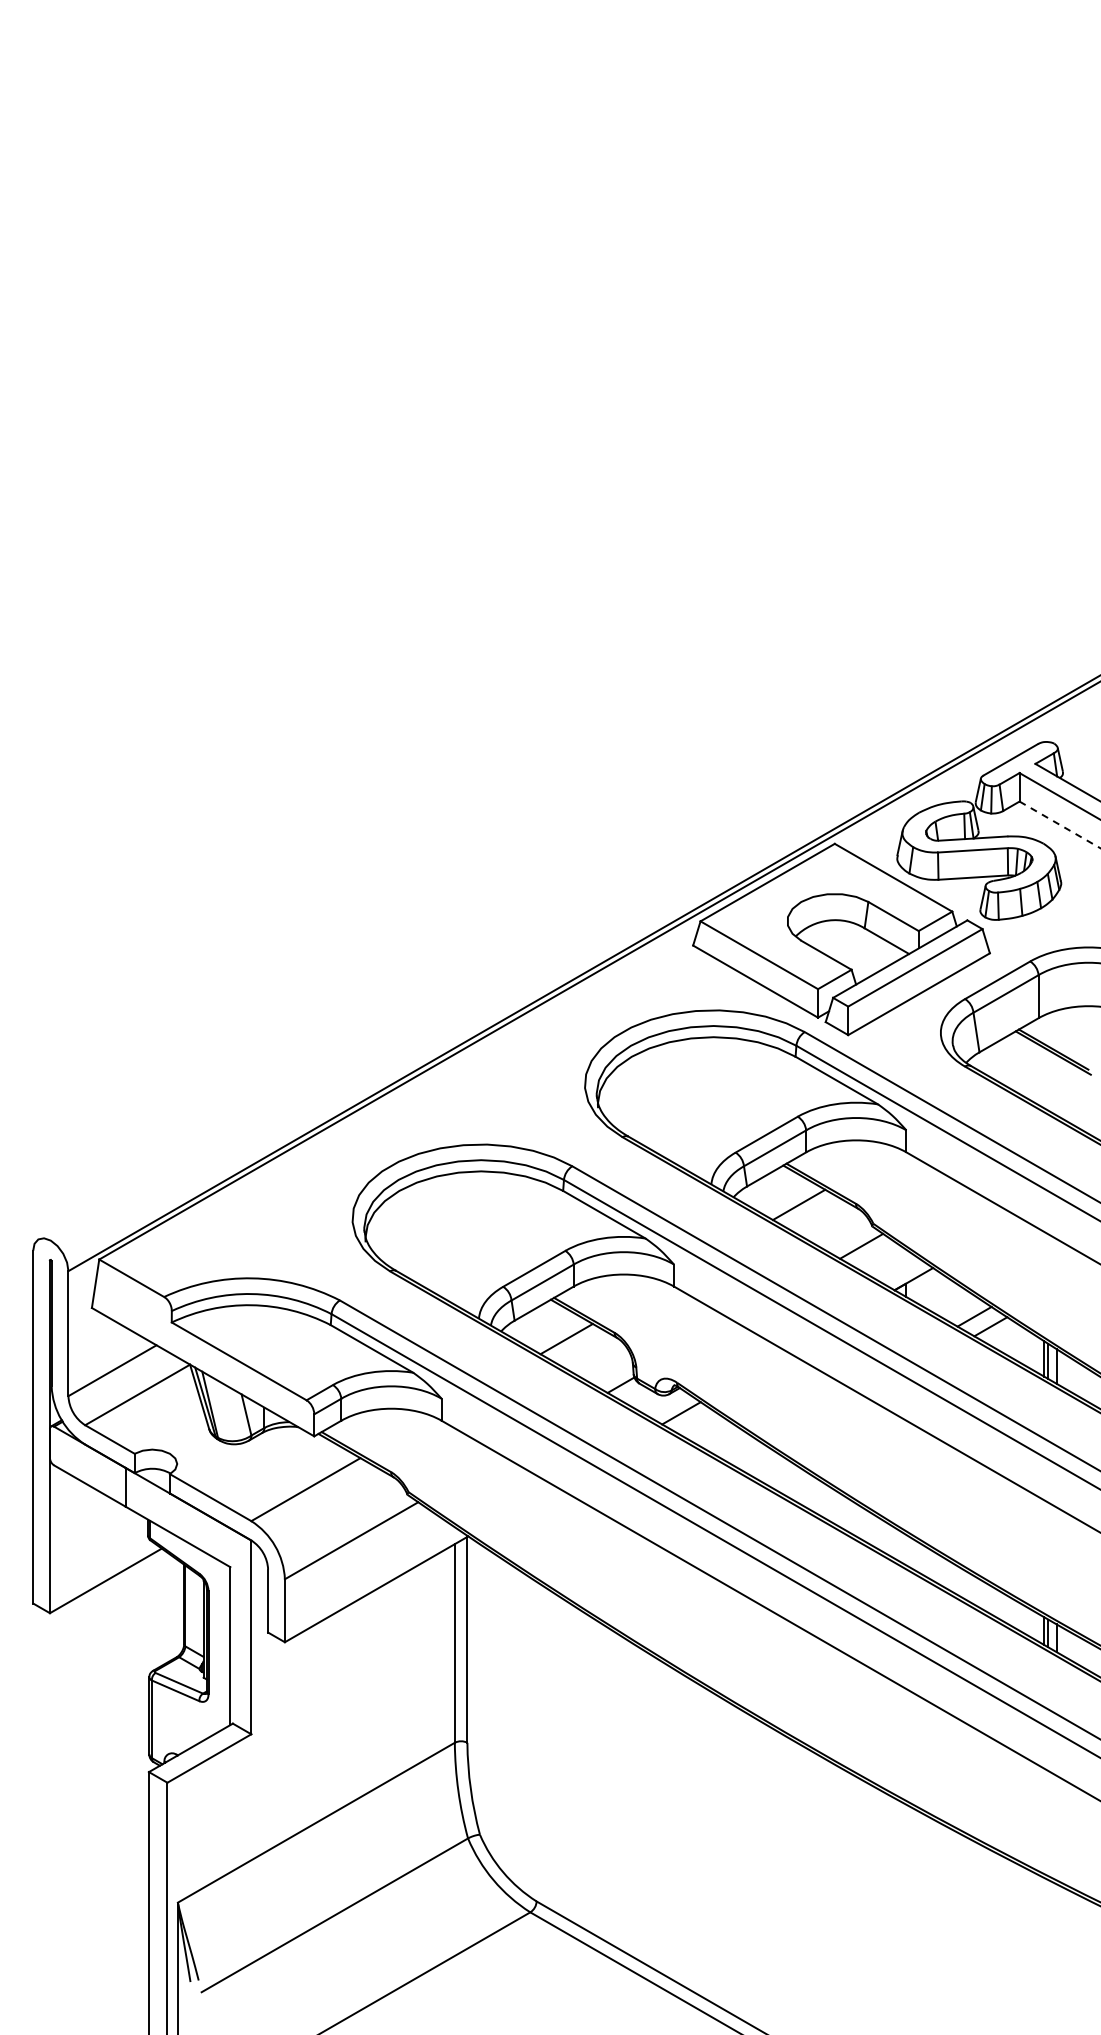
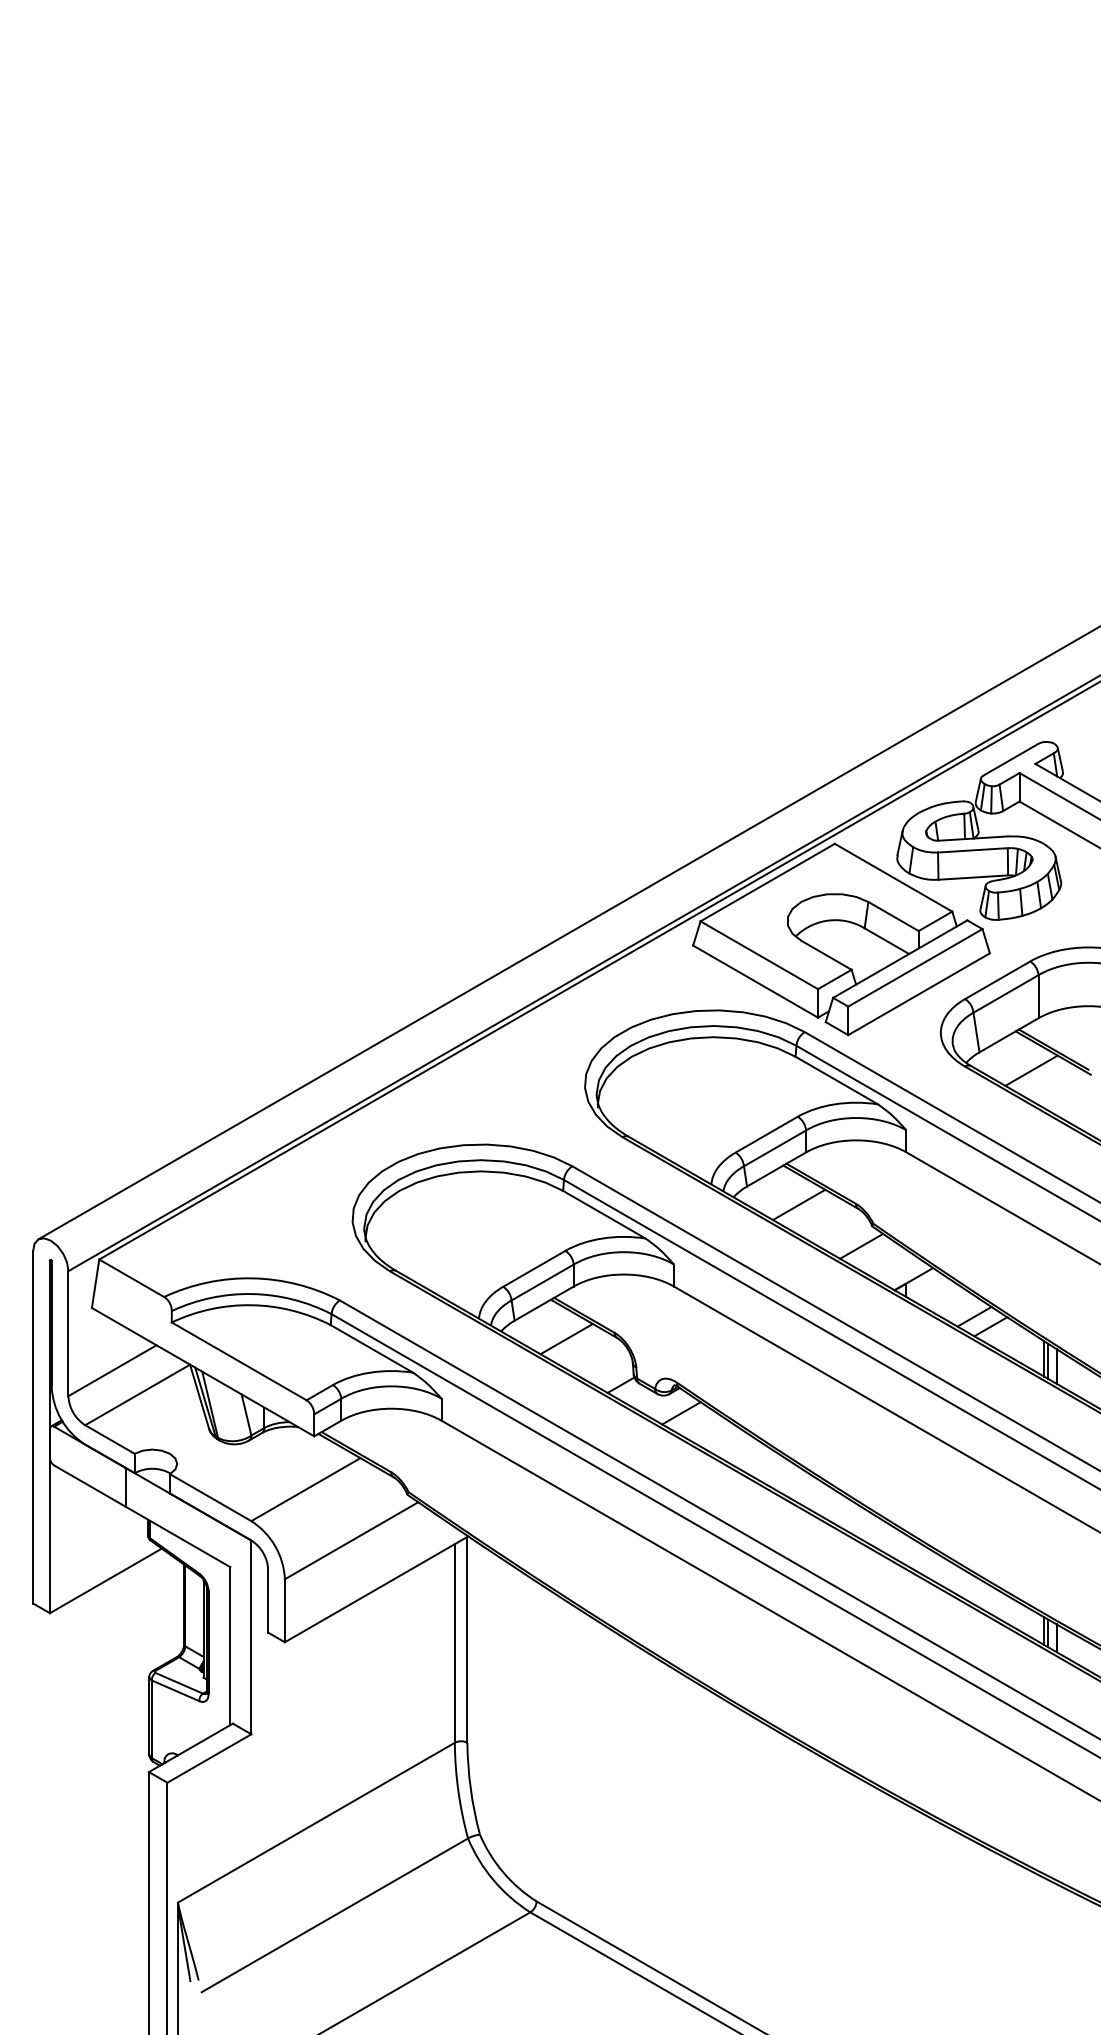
line at (1060, 824): dashed -> solid
line at (567, 933): none -> present
line at (1031, 1070): none -> present
